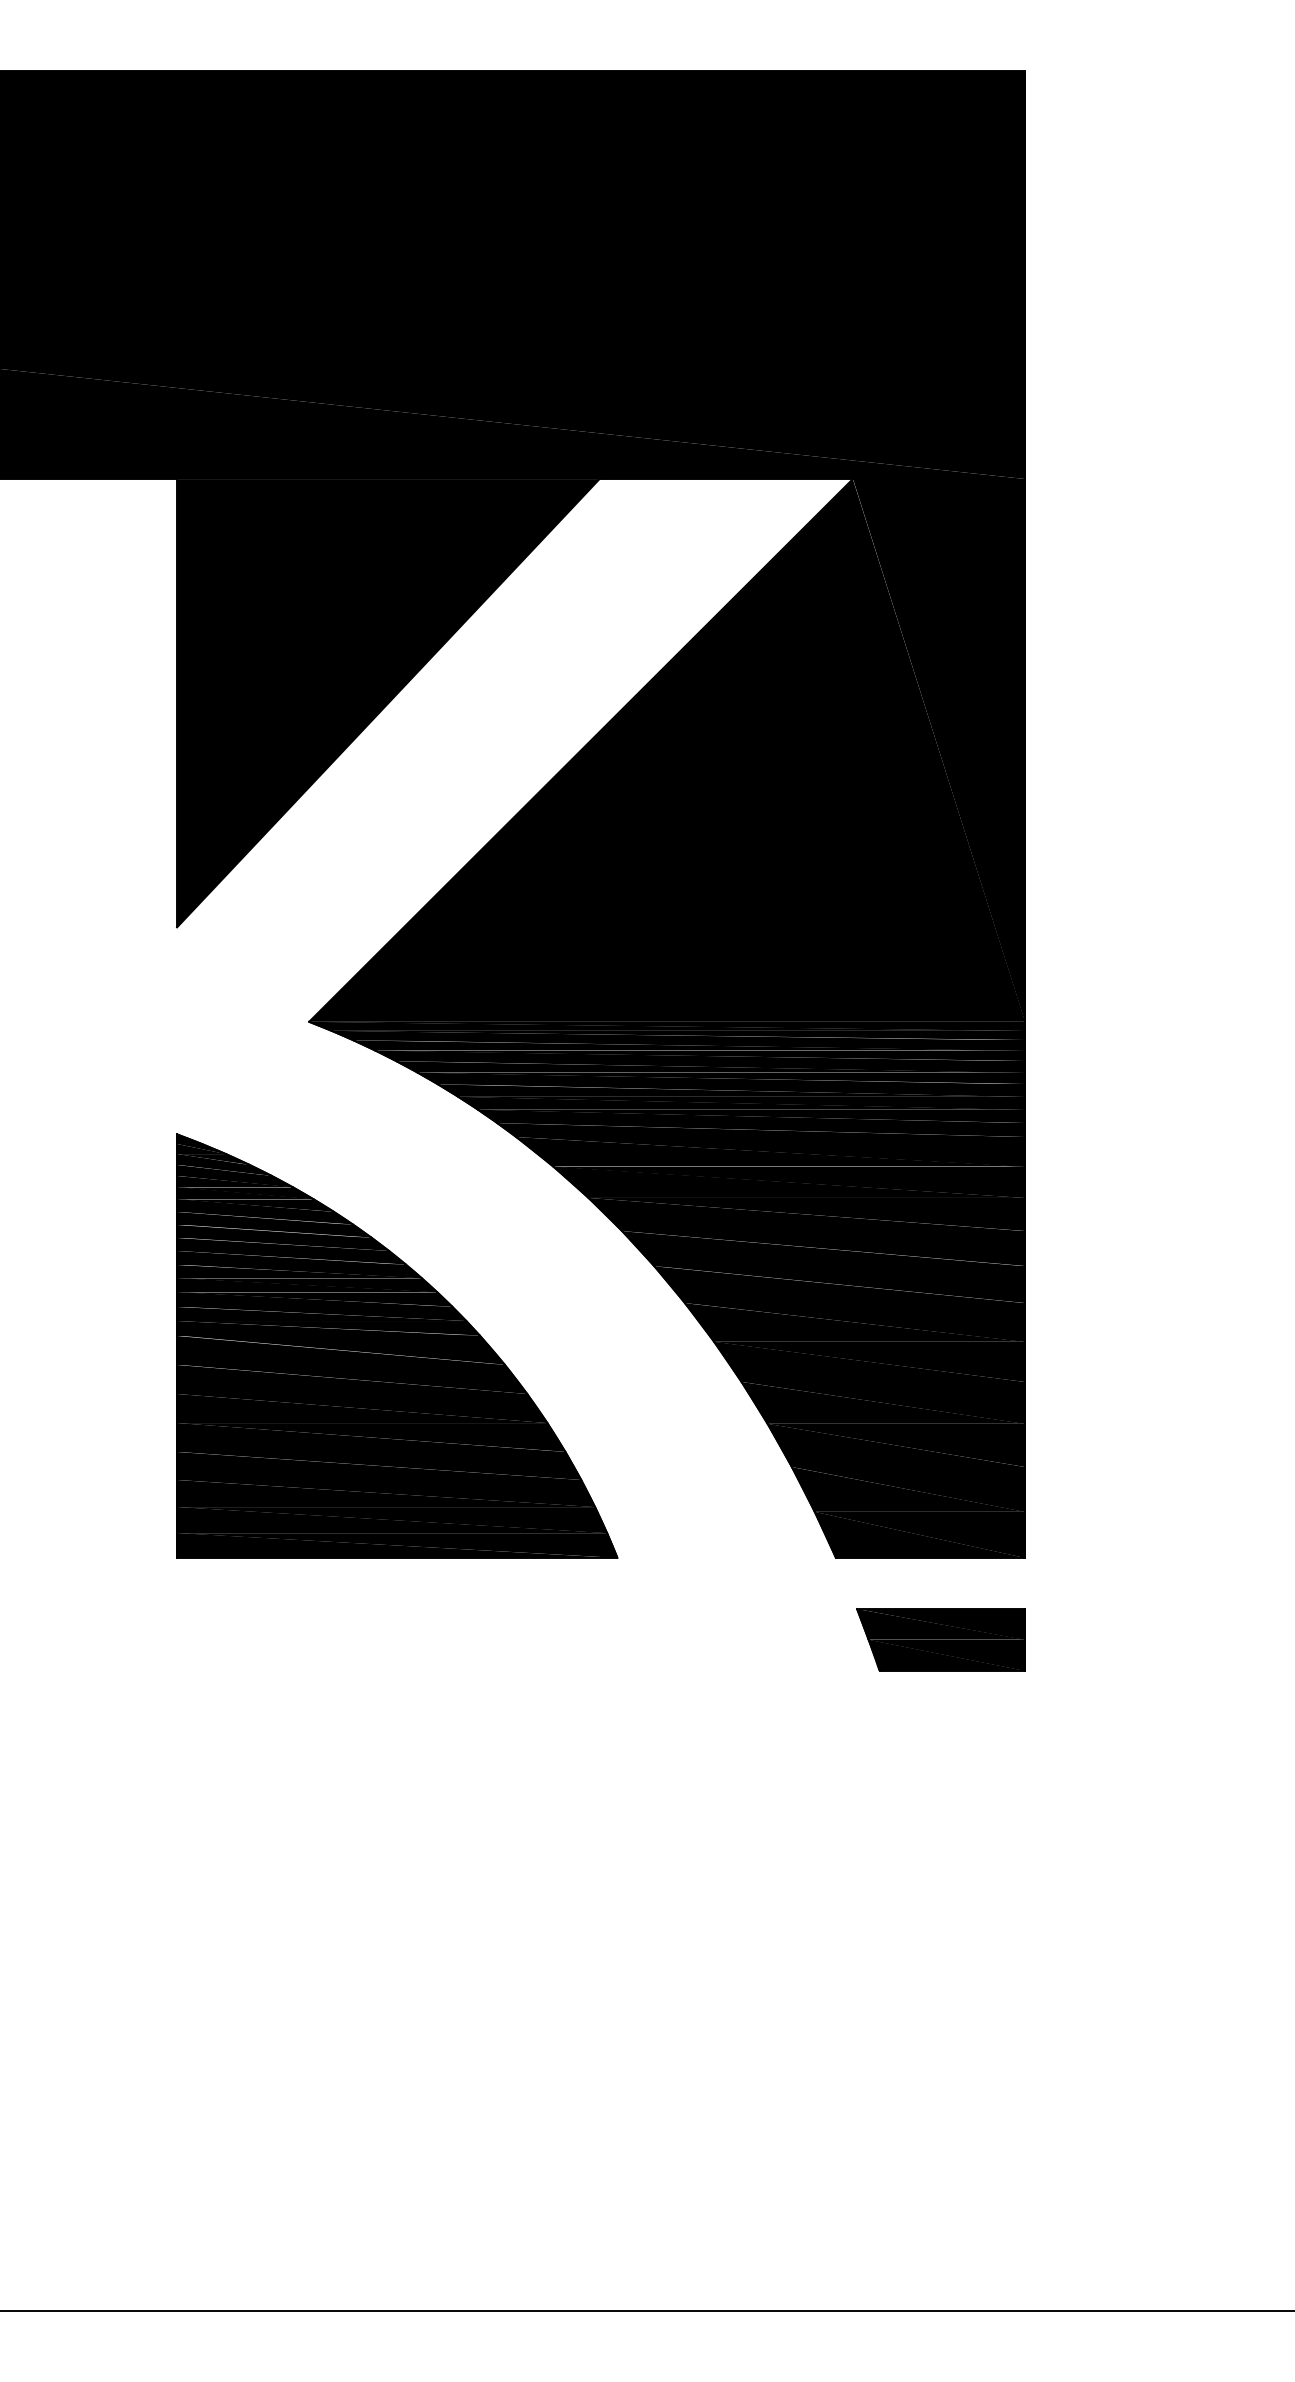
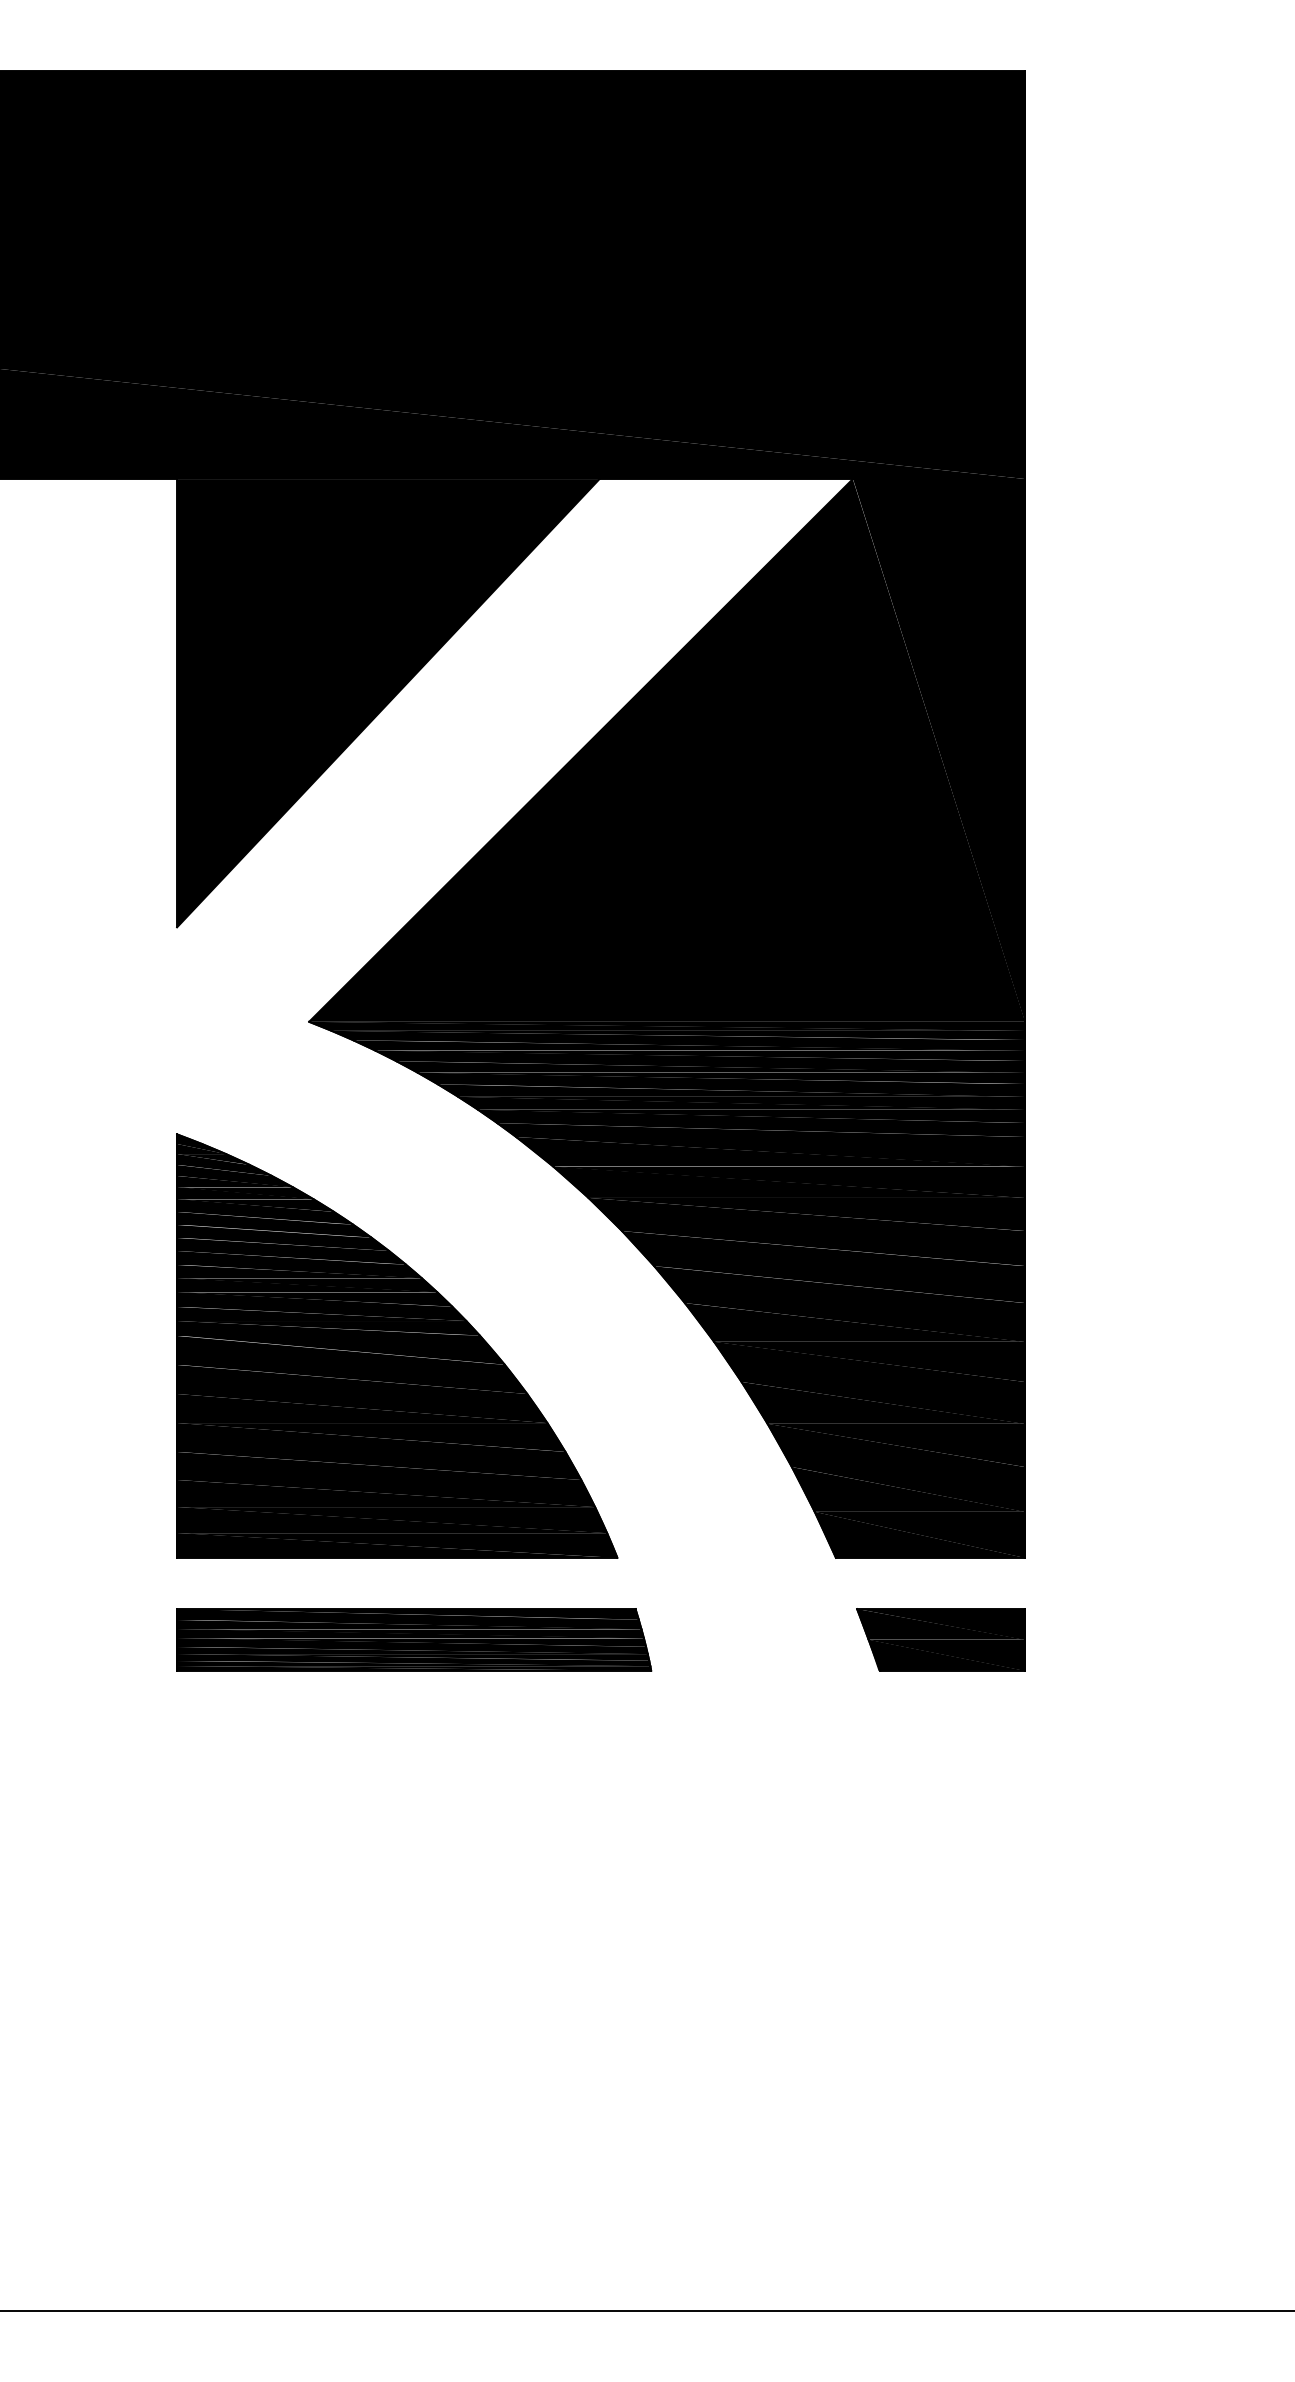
part at (414, 1639): none -> present
